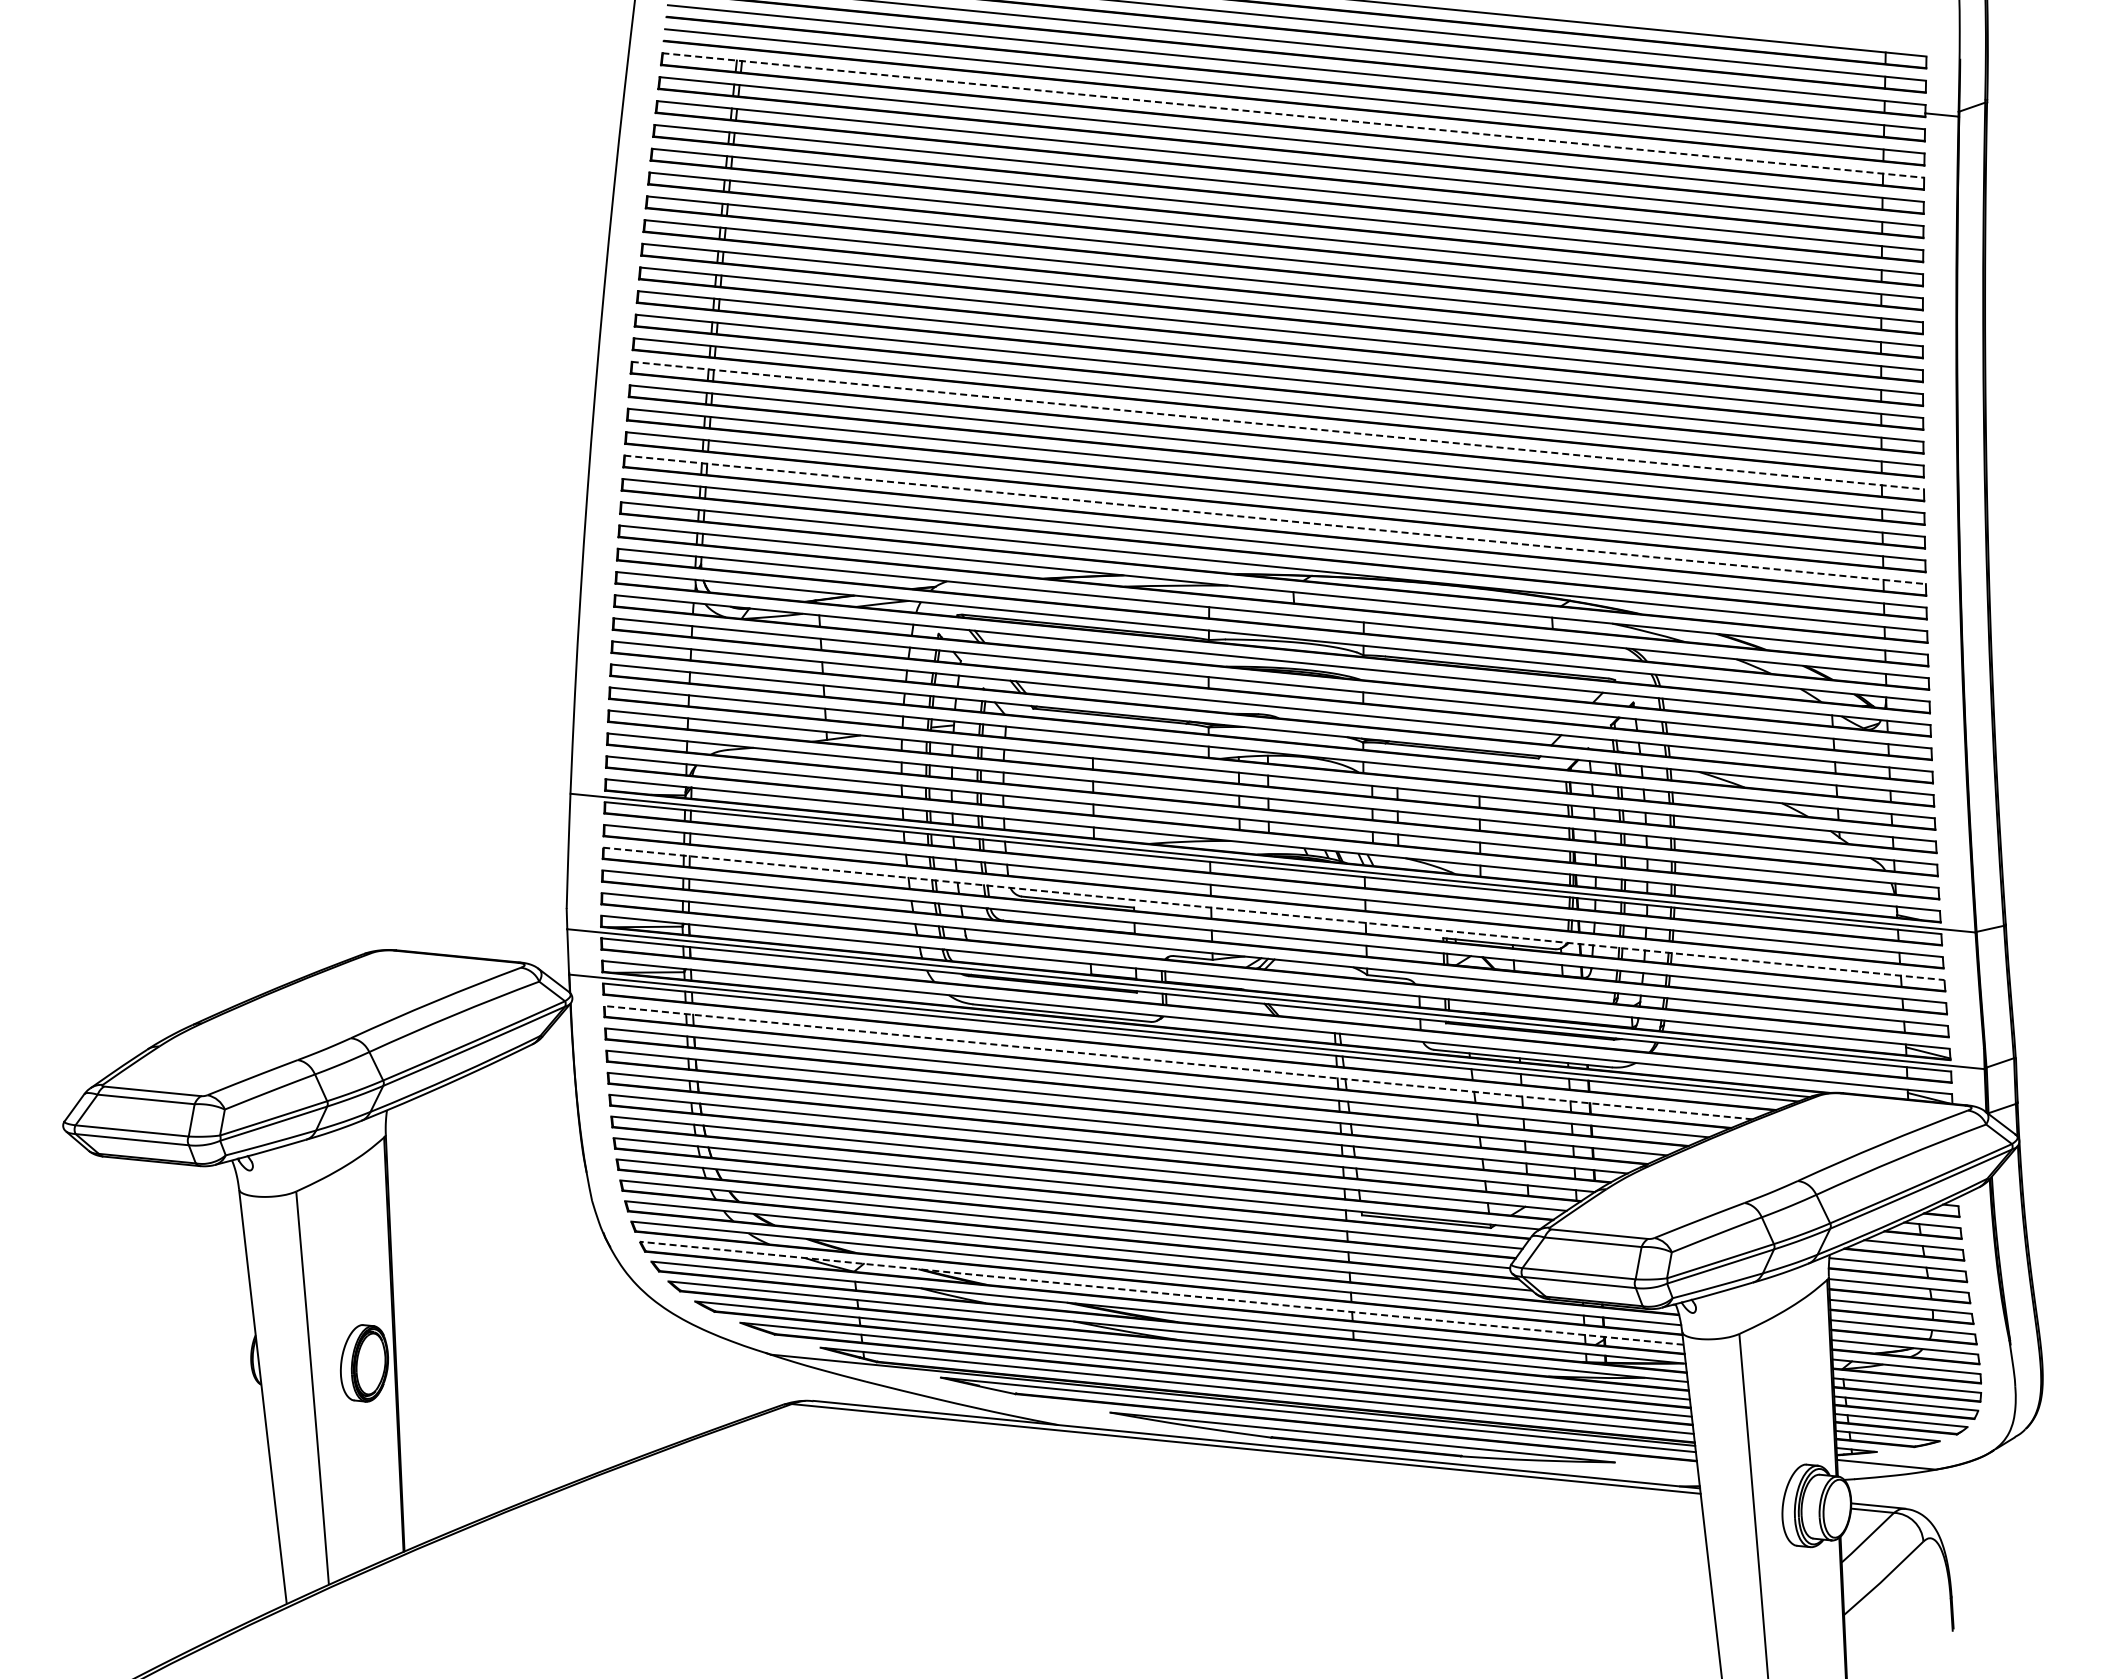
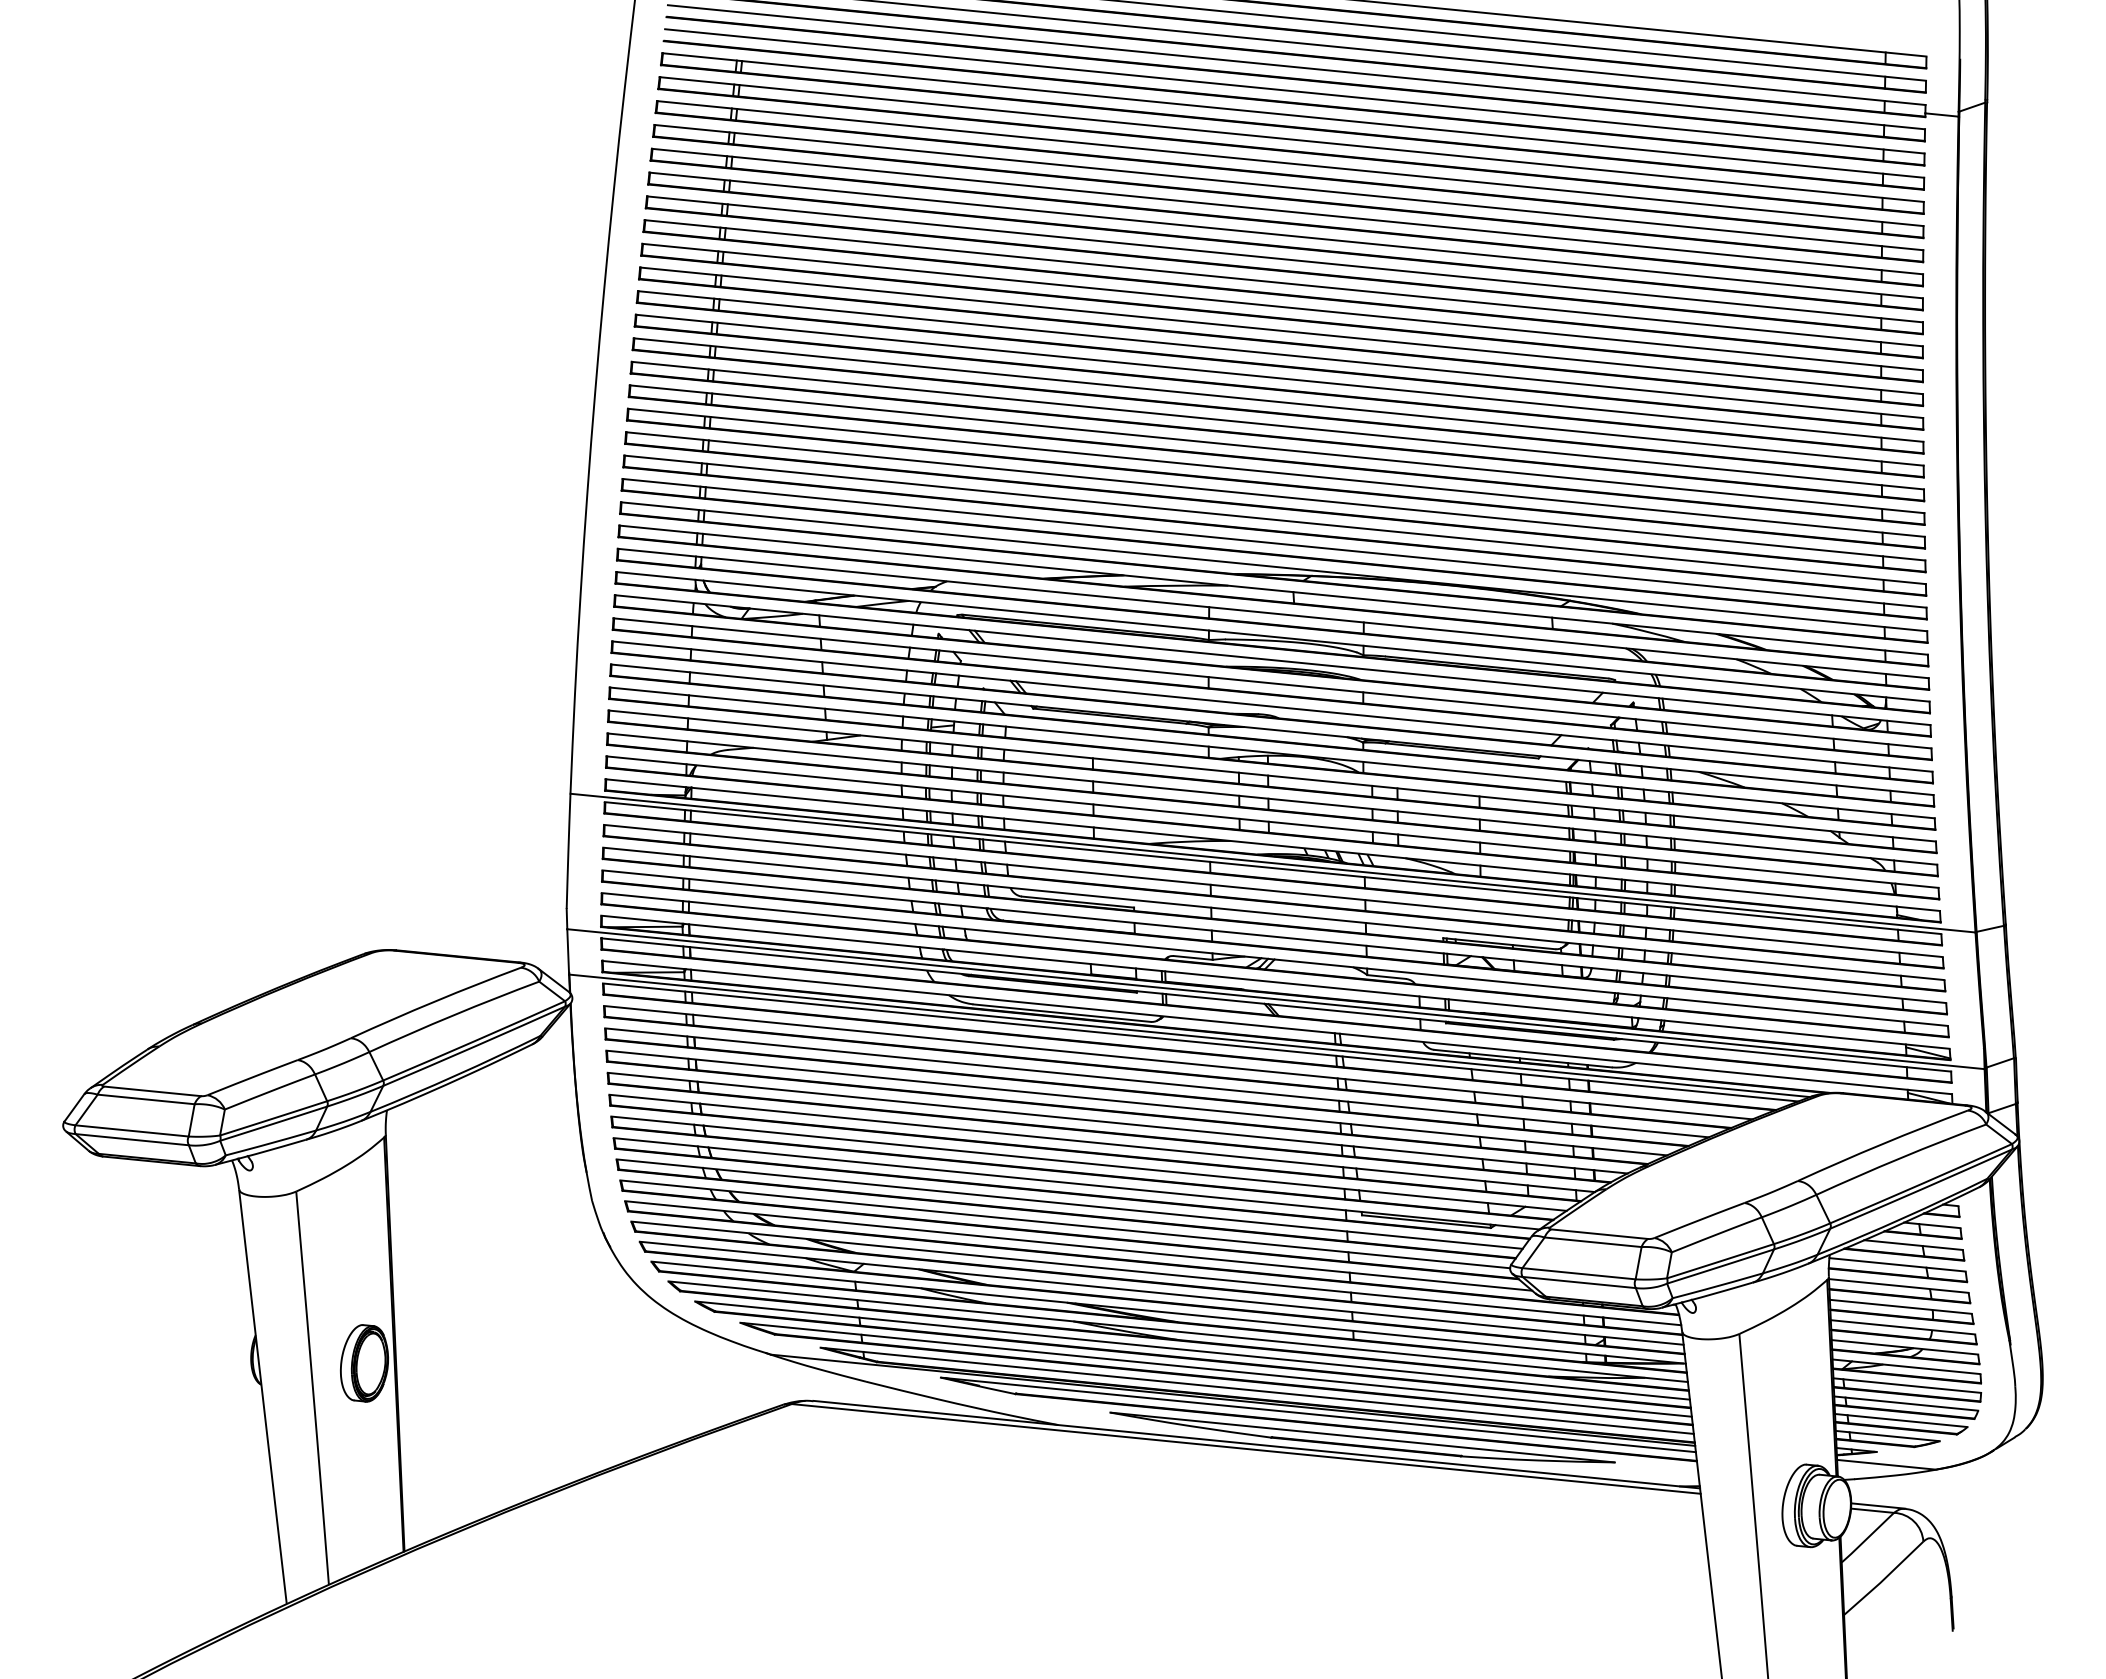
line at (1293, 115): dashed -> solid
line at (1278, 425): dashed -> solid
line at (1275, 519): dashed -> solid
line at (1273, 913): dashed -> solid
line at (1177, 1062): dashed -> solid
line at (1161, 1293): dashed -> solid
